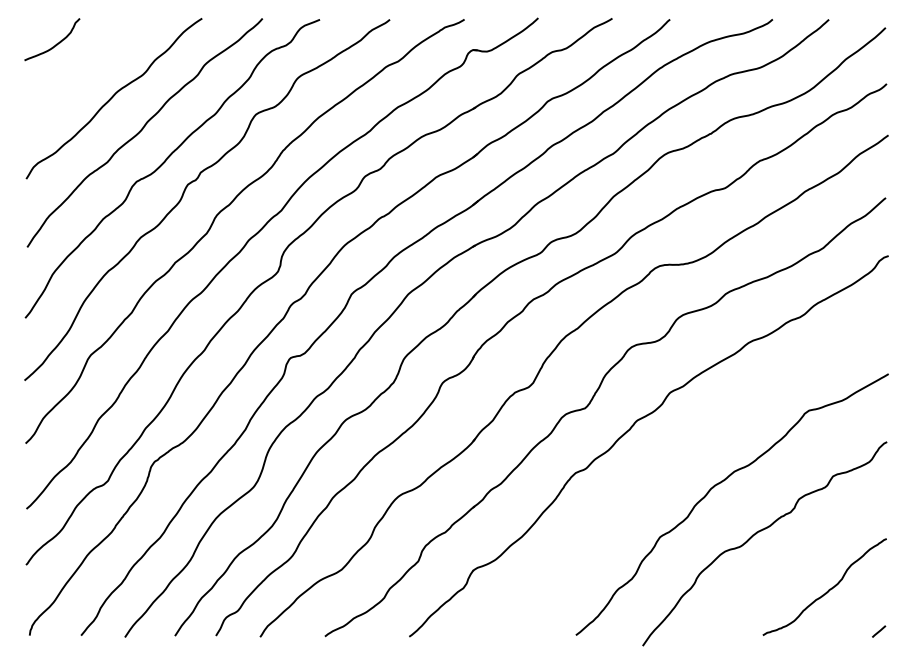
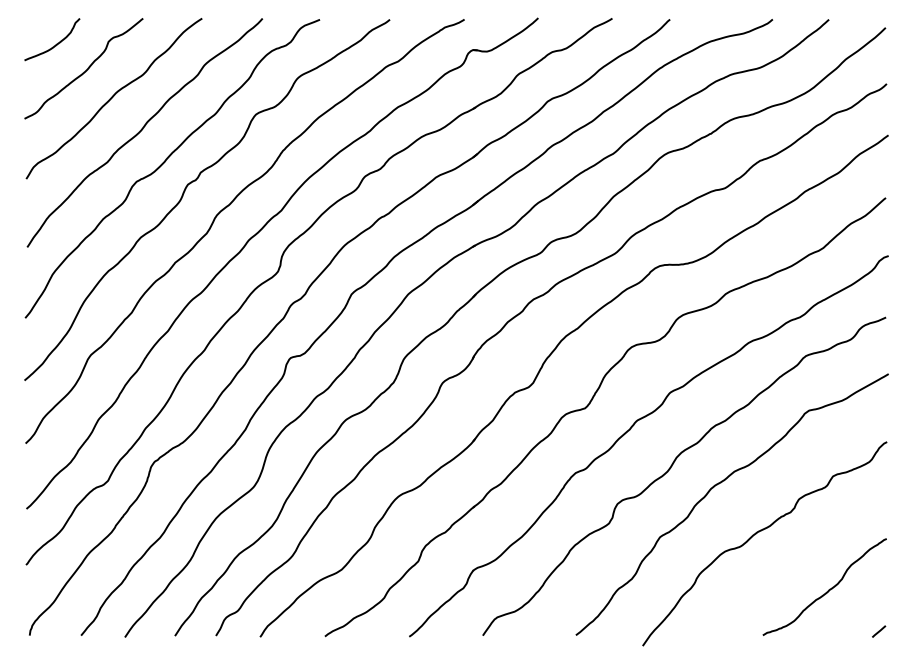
curve at (85, 70): none -> present
curve at (671, 468): none -> present
